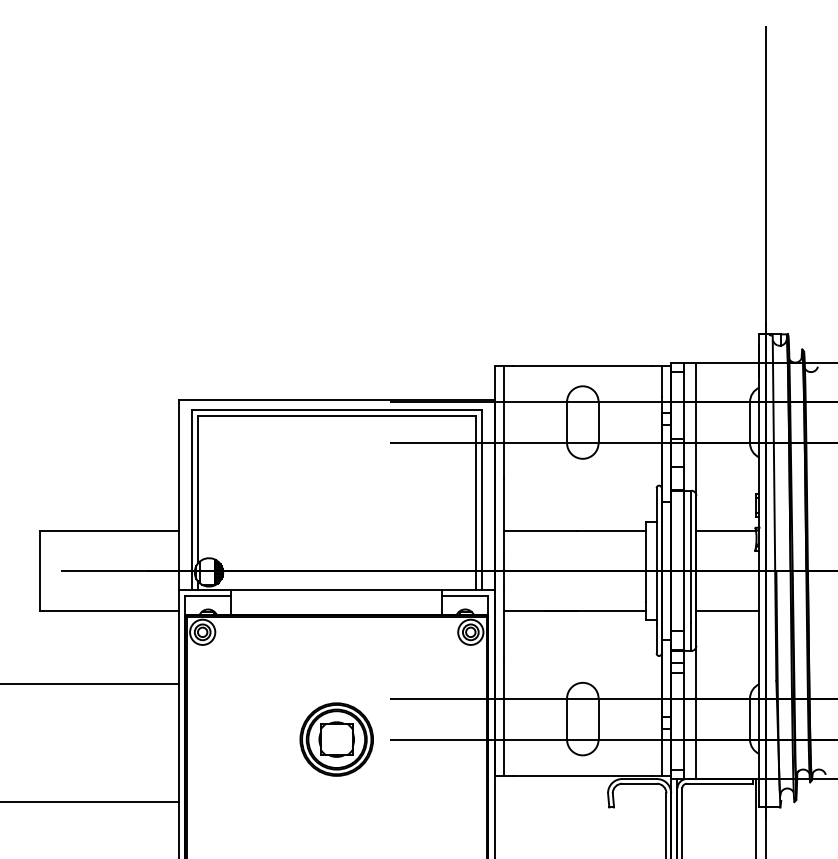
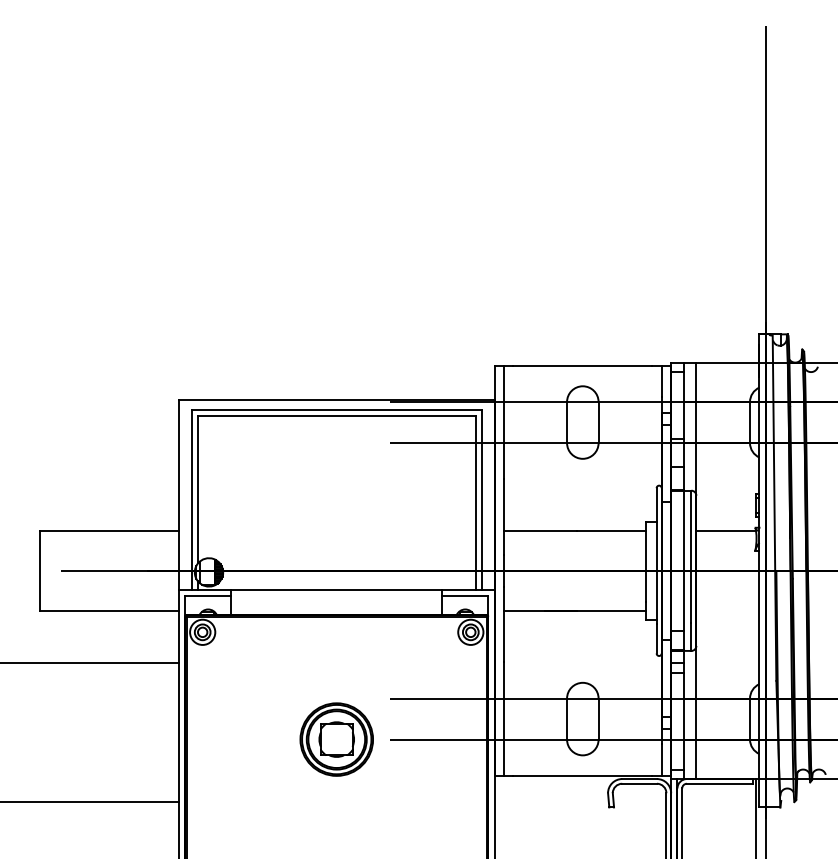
line at (727, 610): present -> none
line at (90, 684) position: (90, 684) -> (90, 663)
